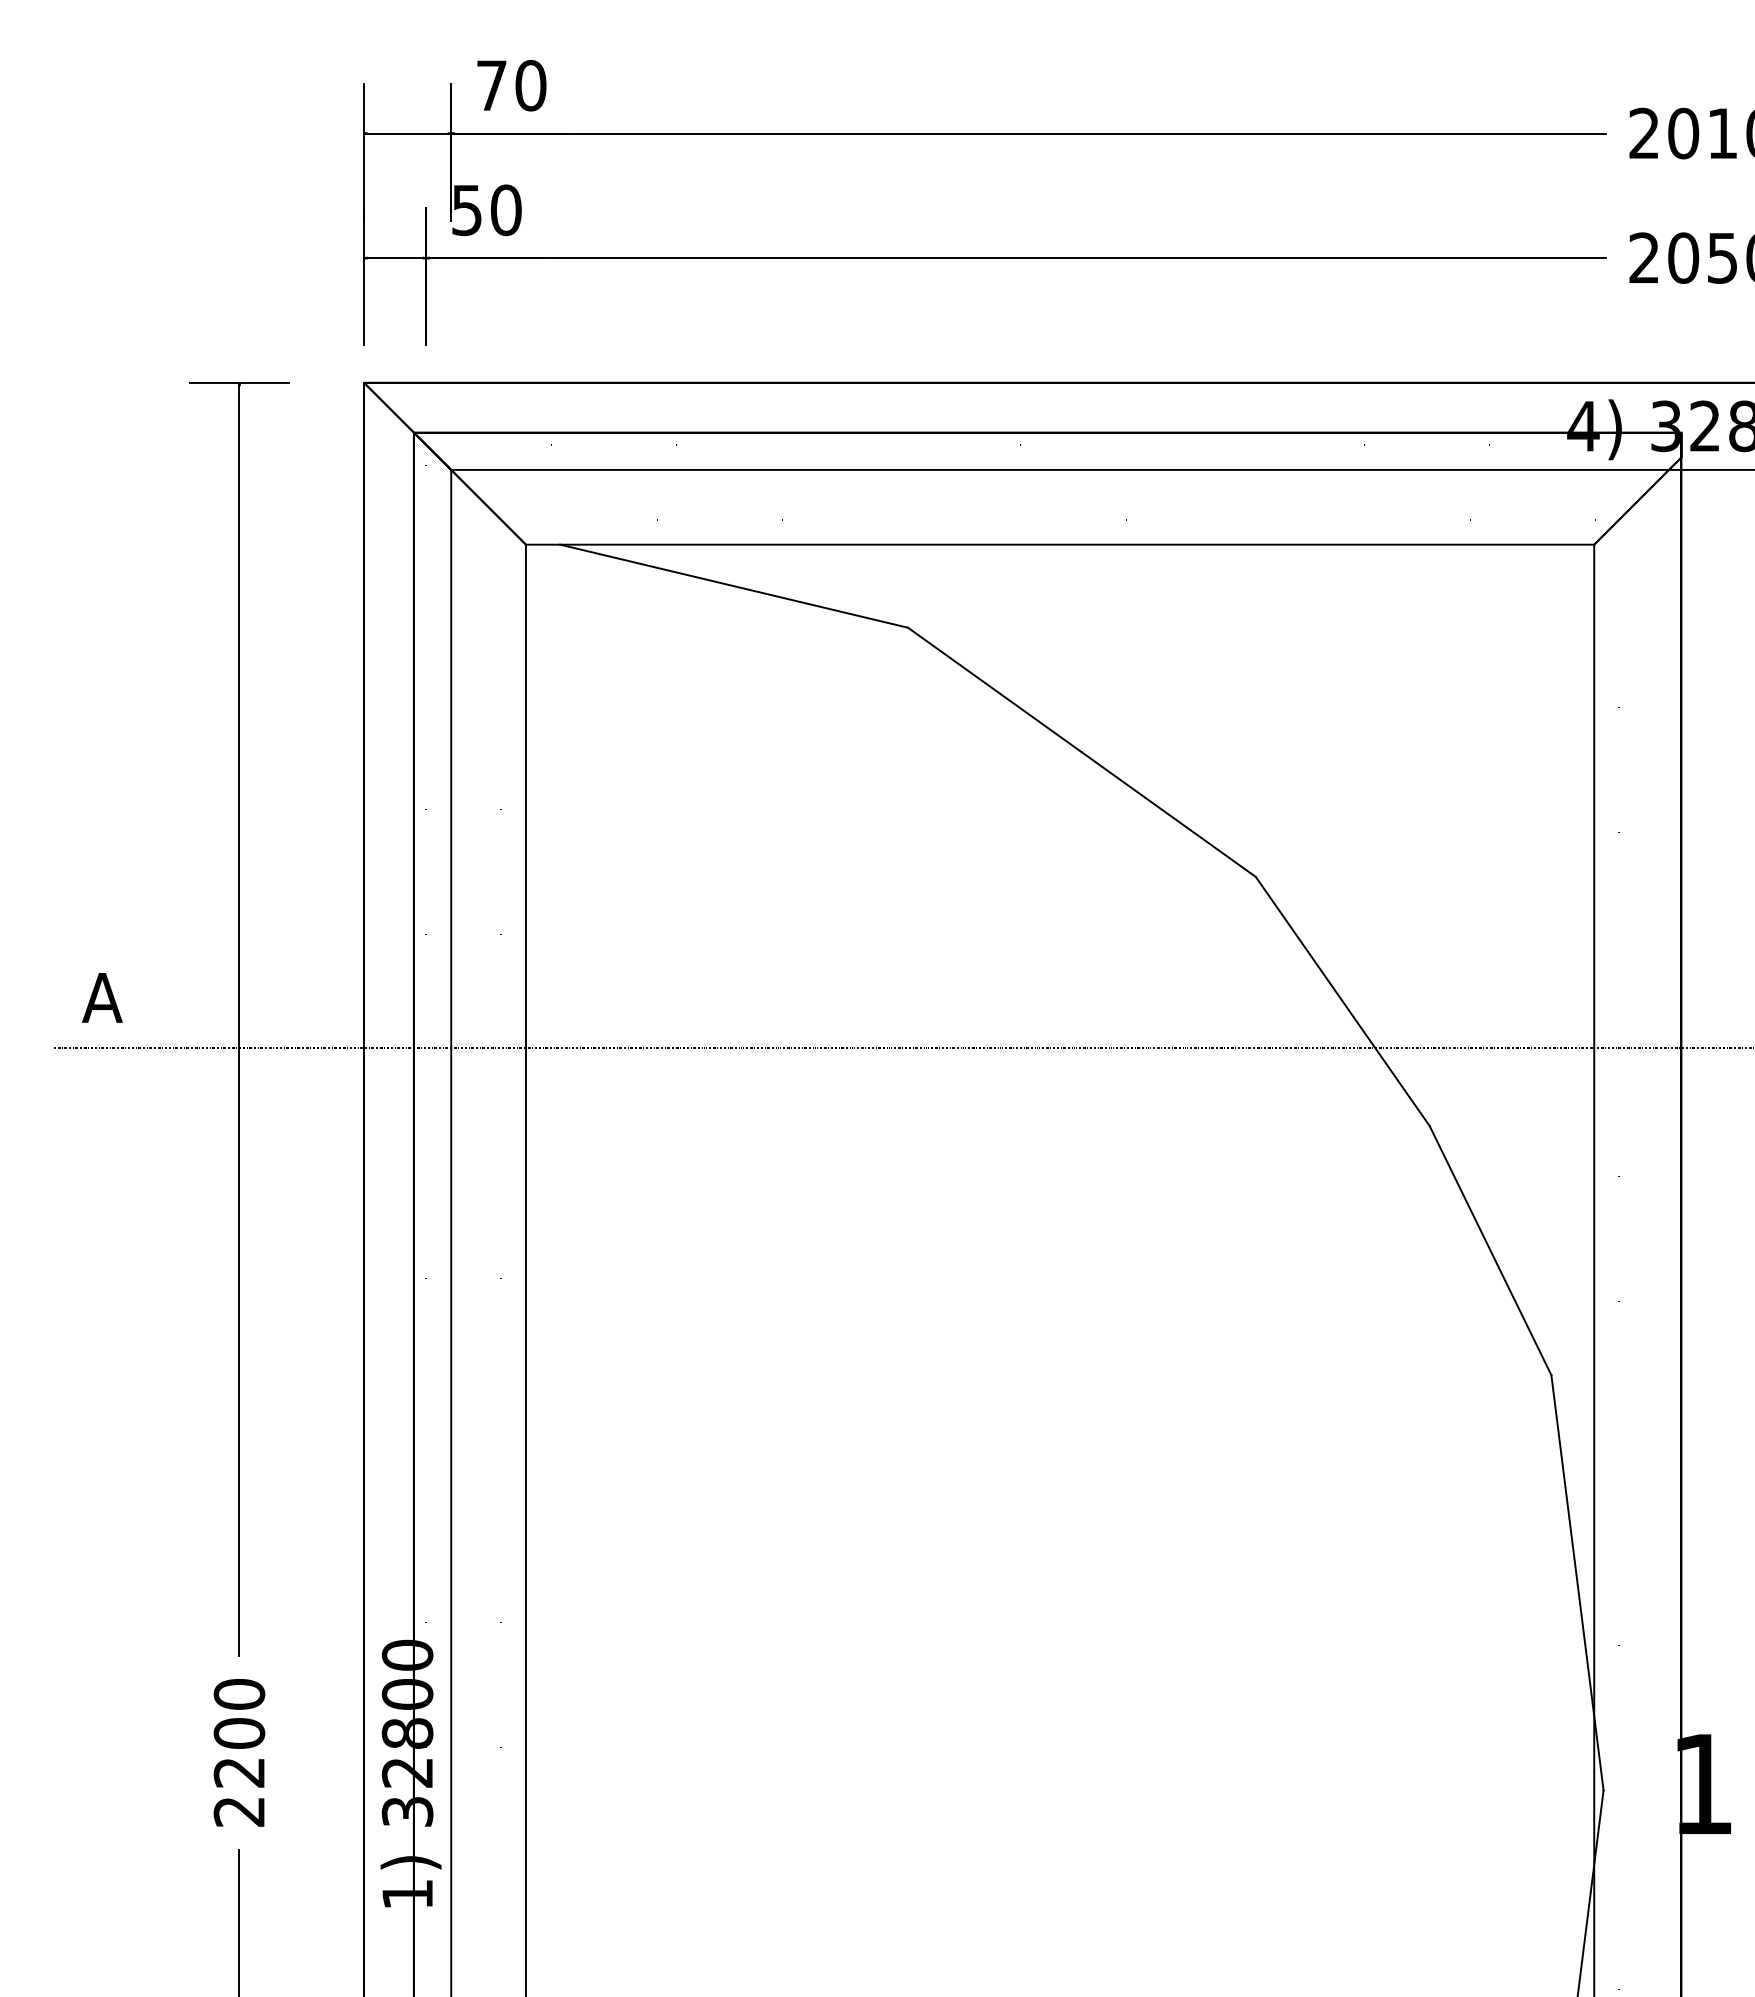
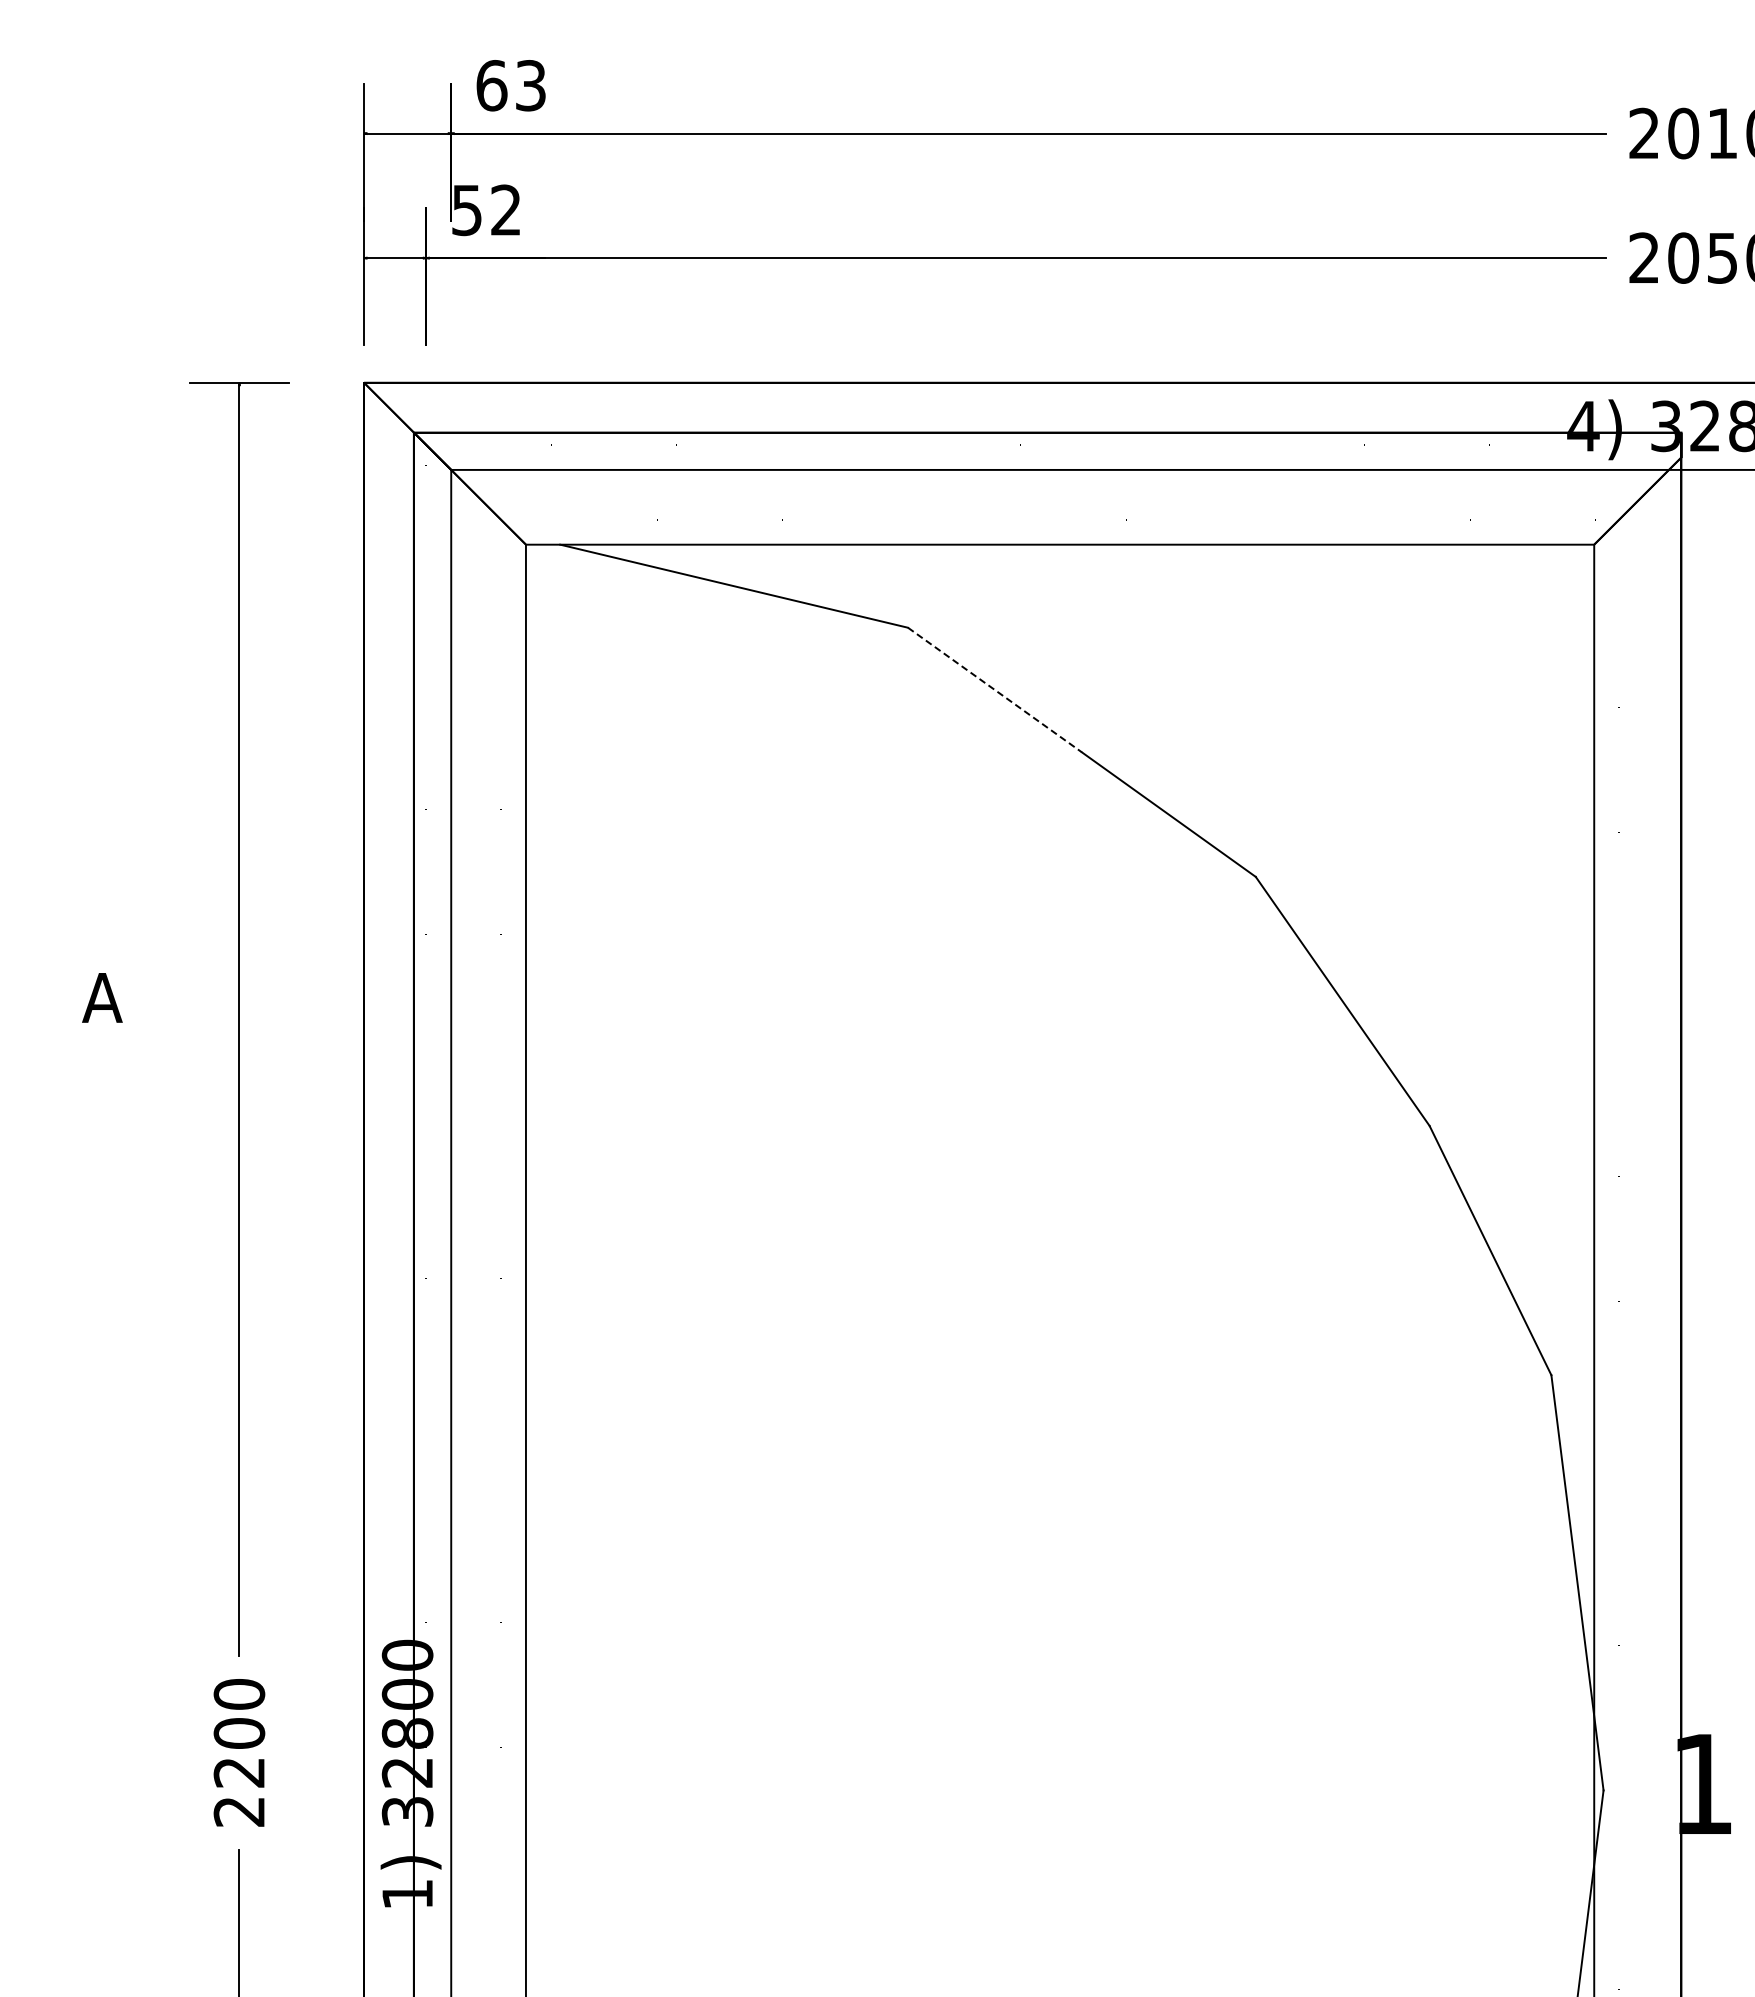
text at (511, 85): 70 -> 63
text at (505, 210): 50 -> 52
line at (994, 690): solid -> dashed
line at (901, 1047): present -> none
